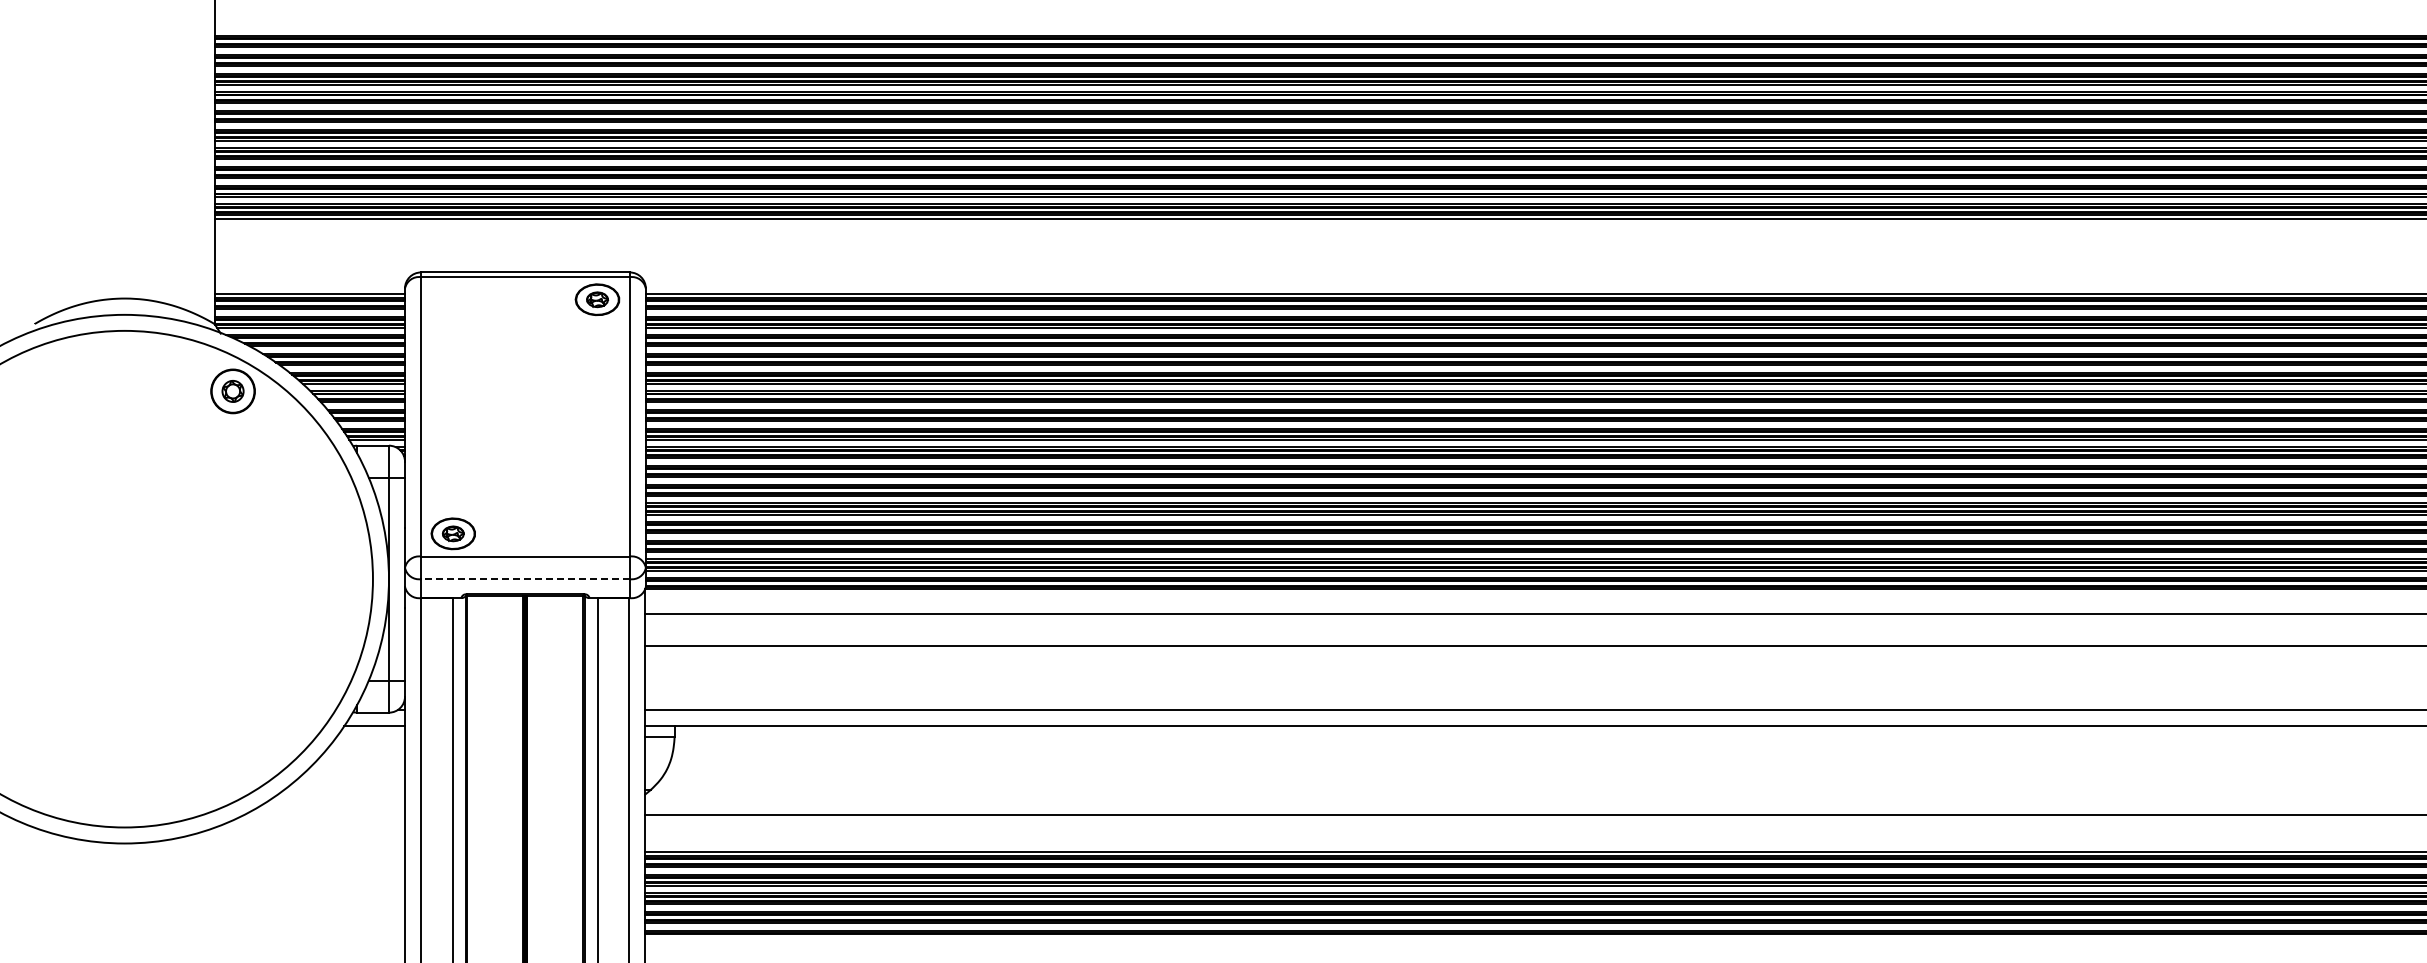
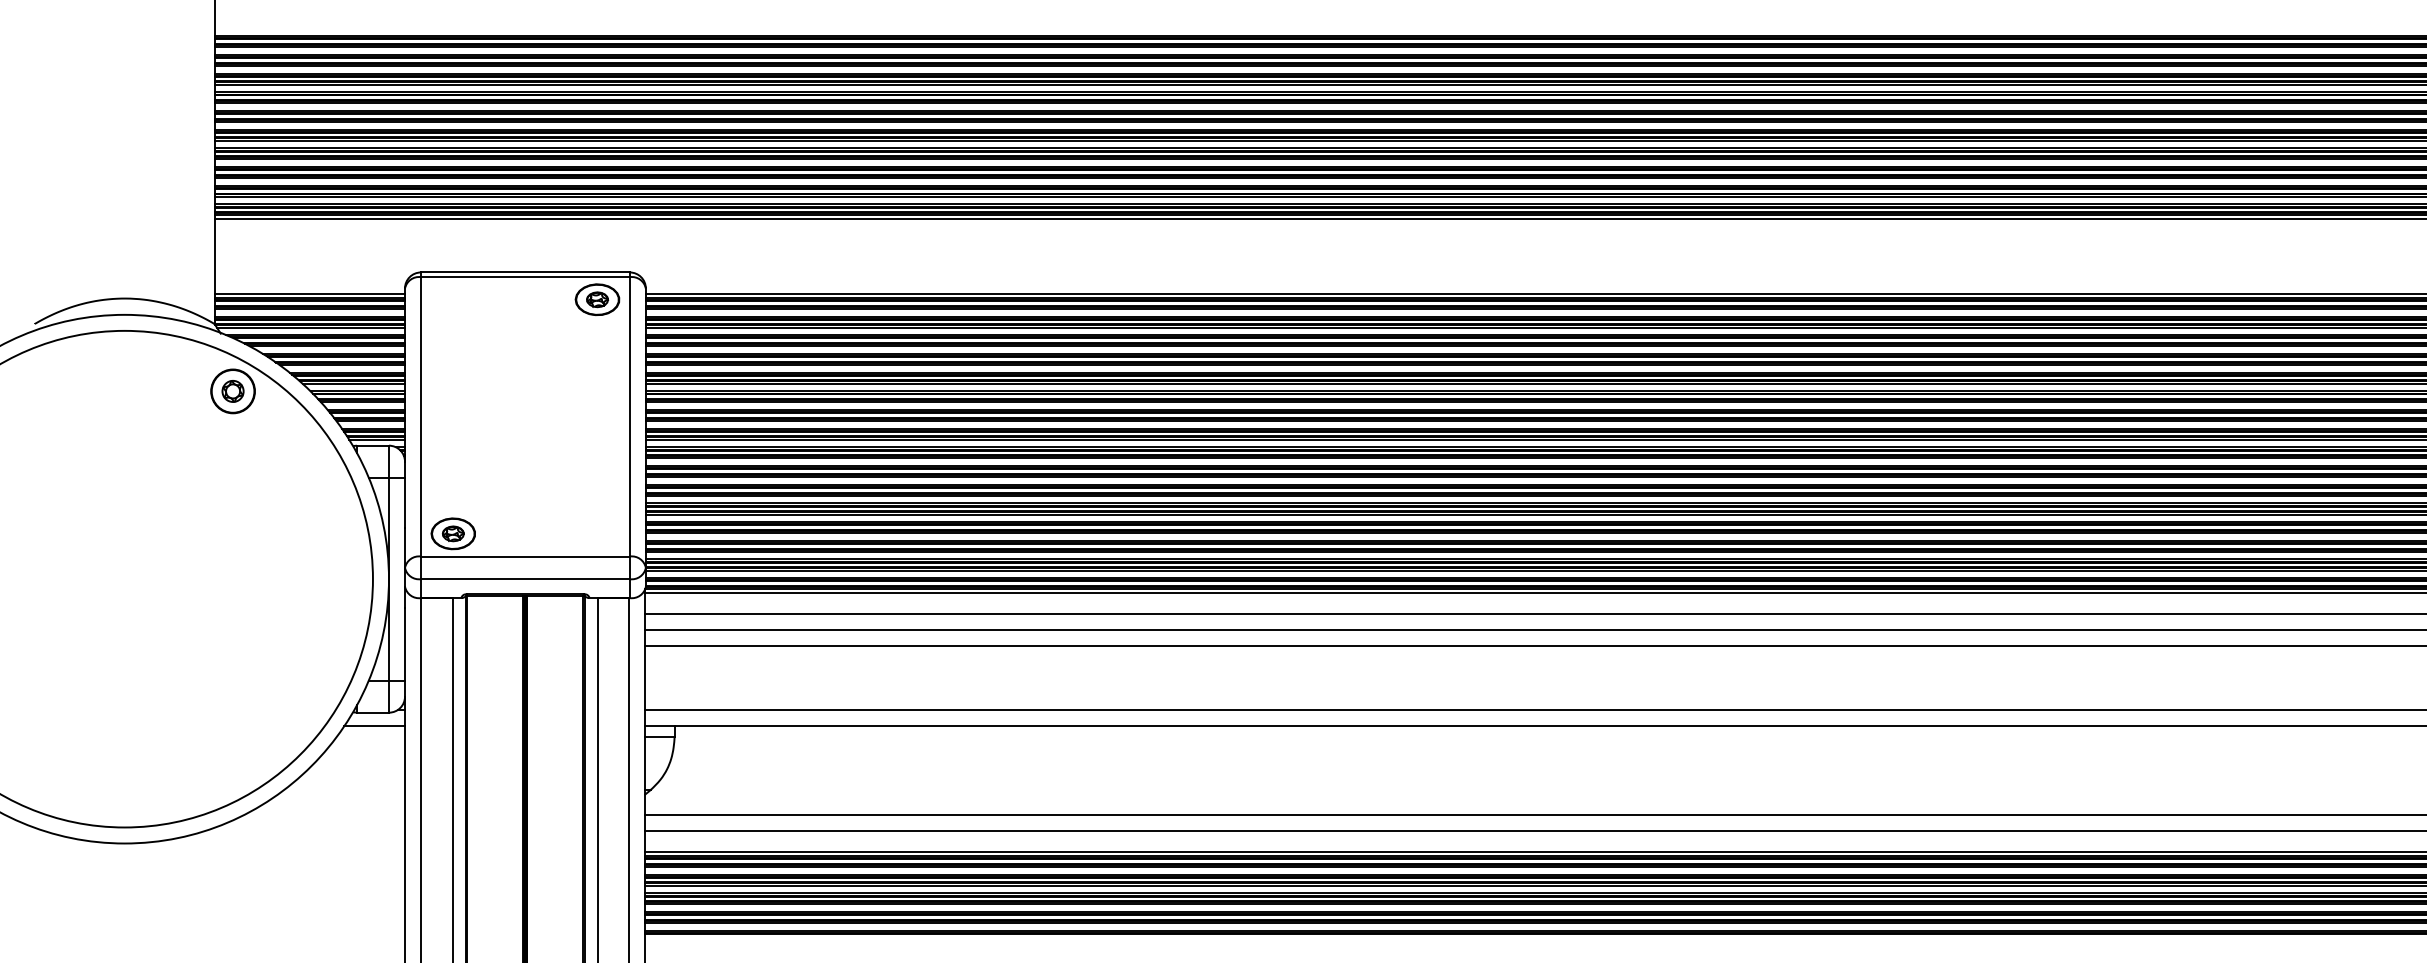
line at (524, 579): dashed -> solid
line at (1534, 593): none -> present
line at (1534, 629): none -> present
line at (1534, 831): none -> present
